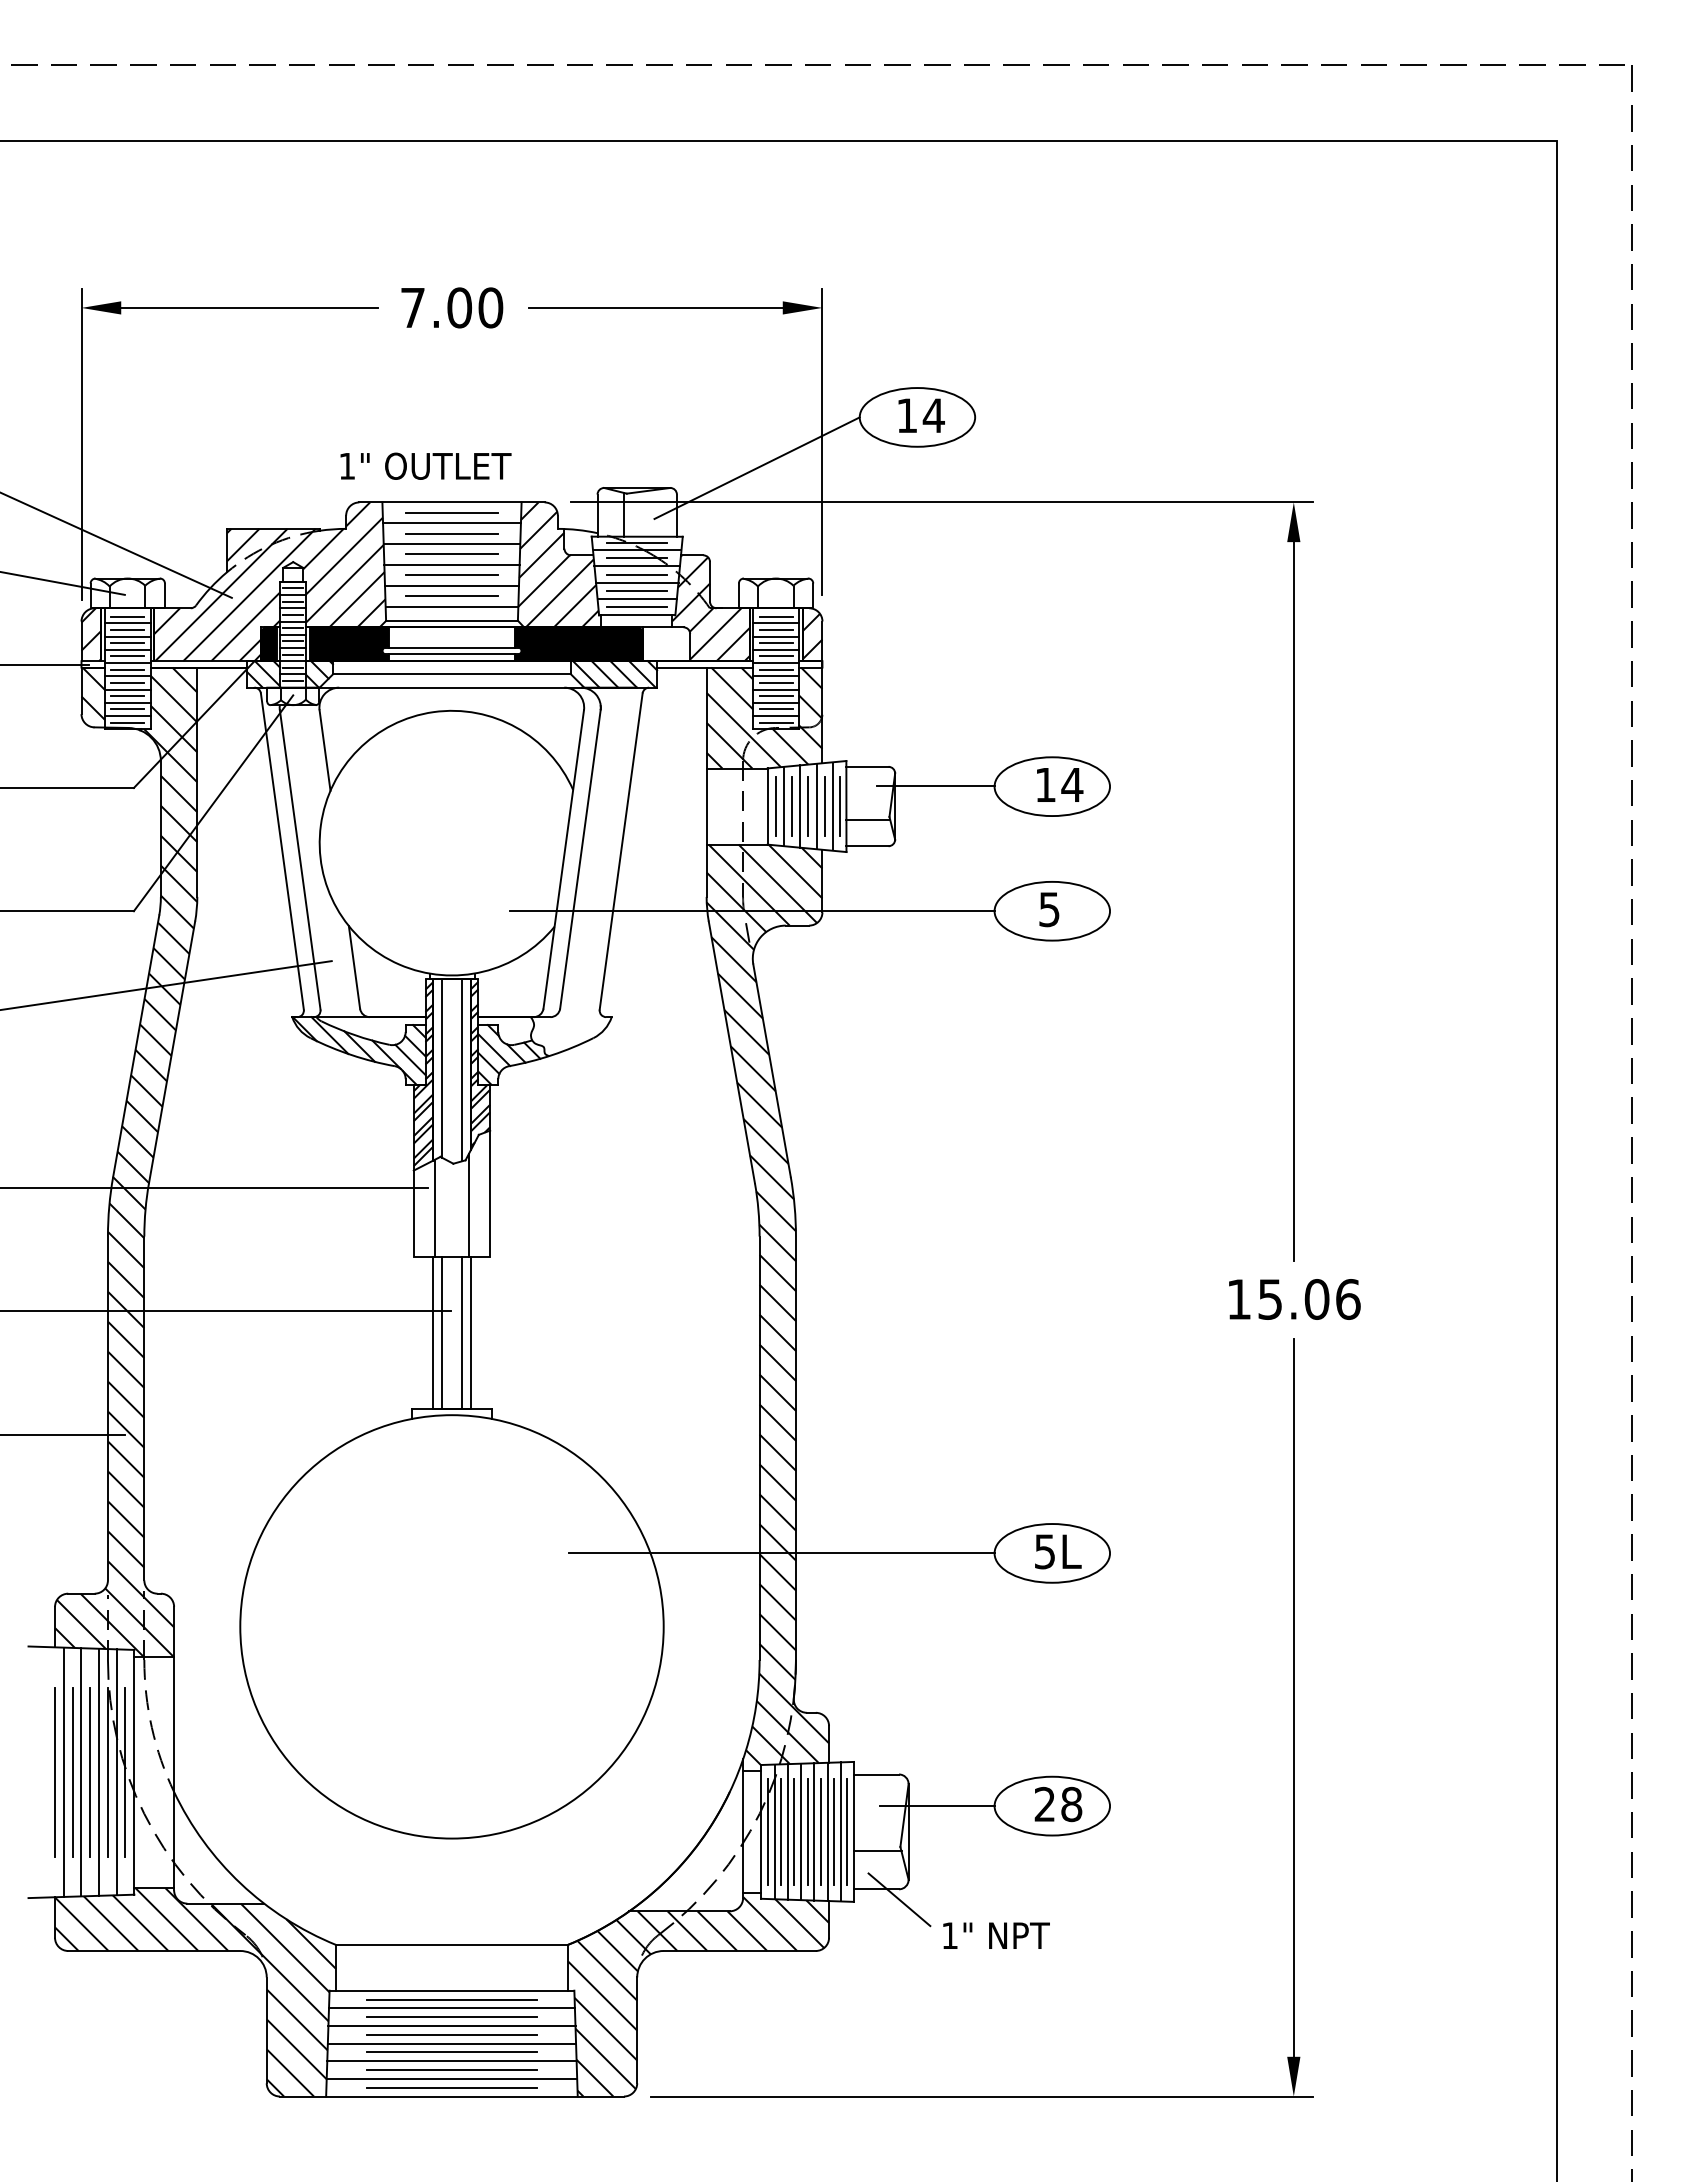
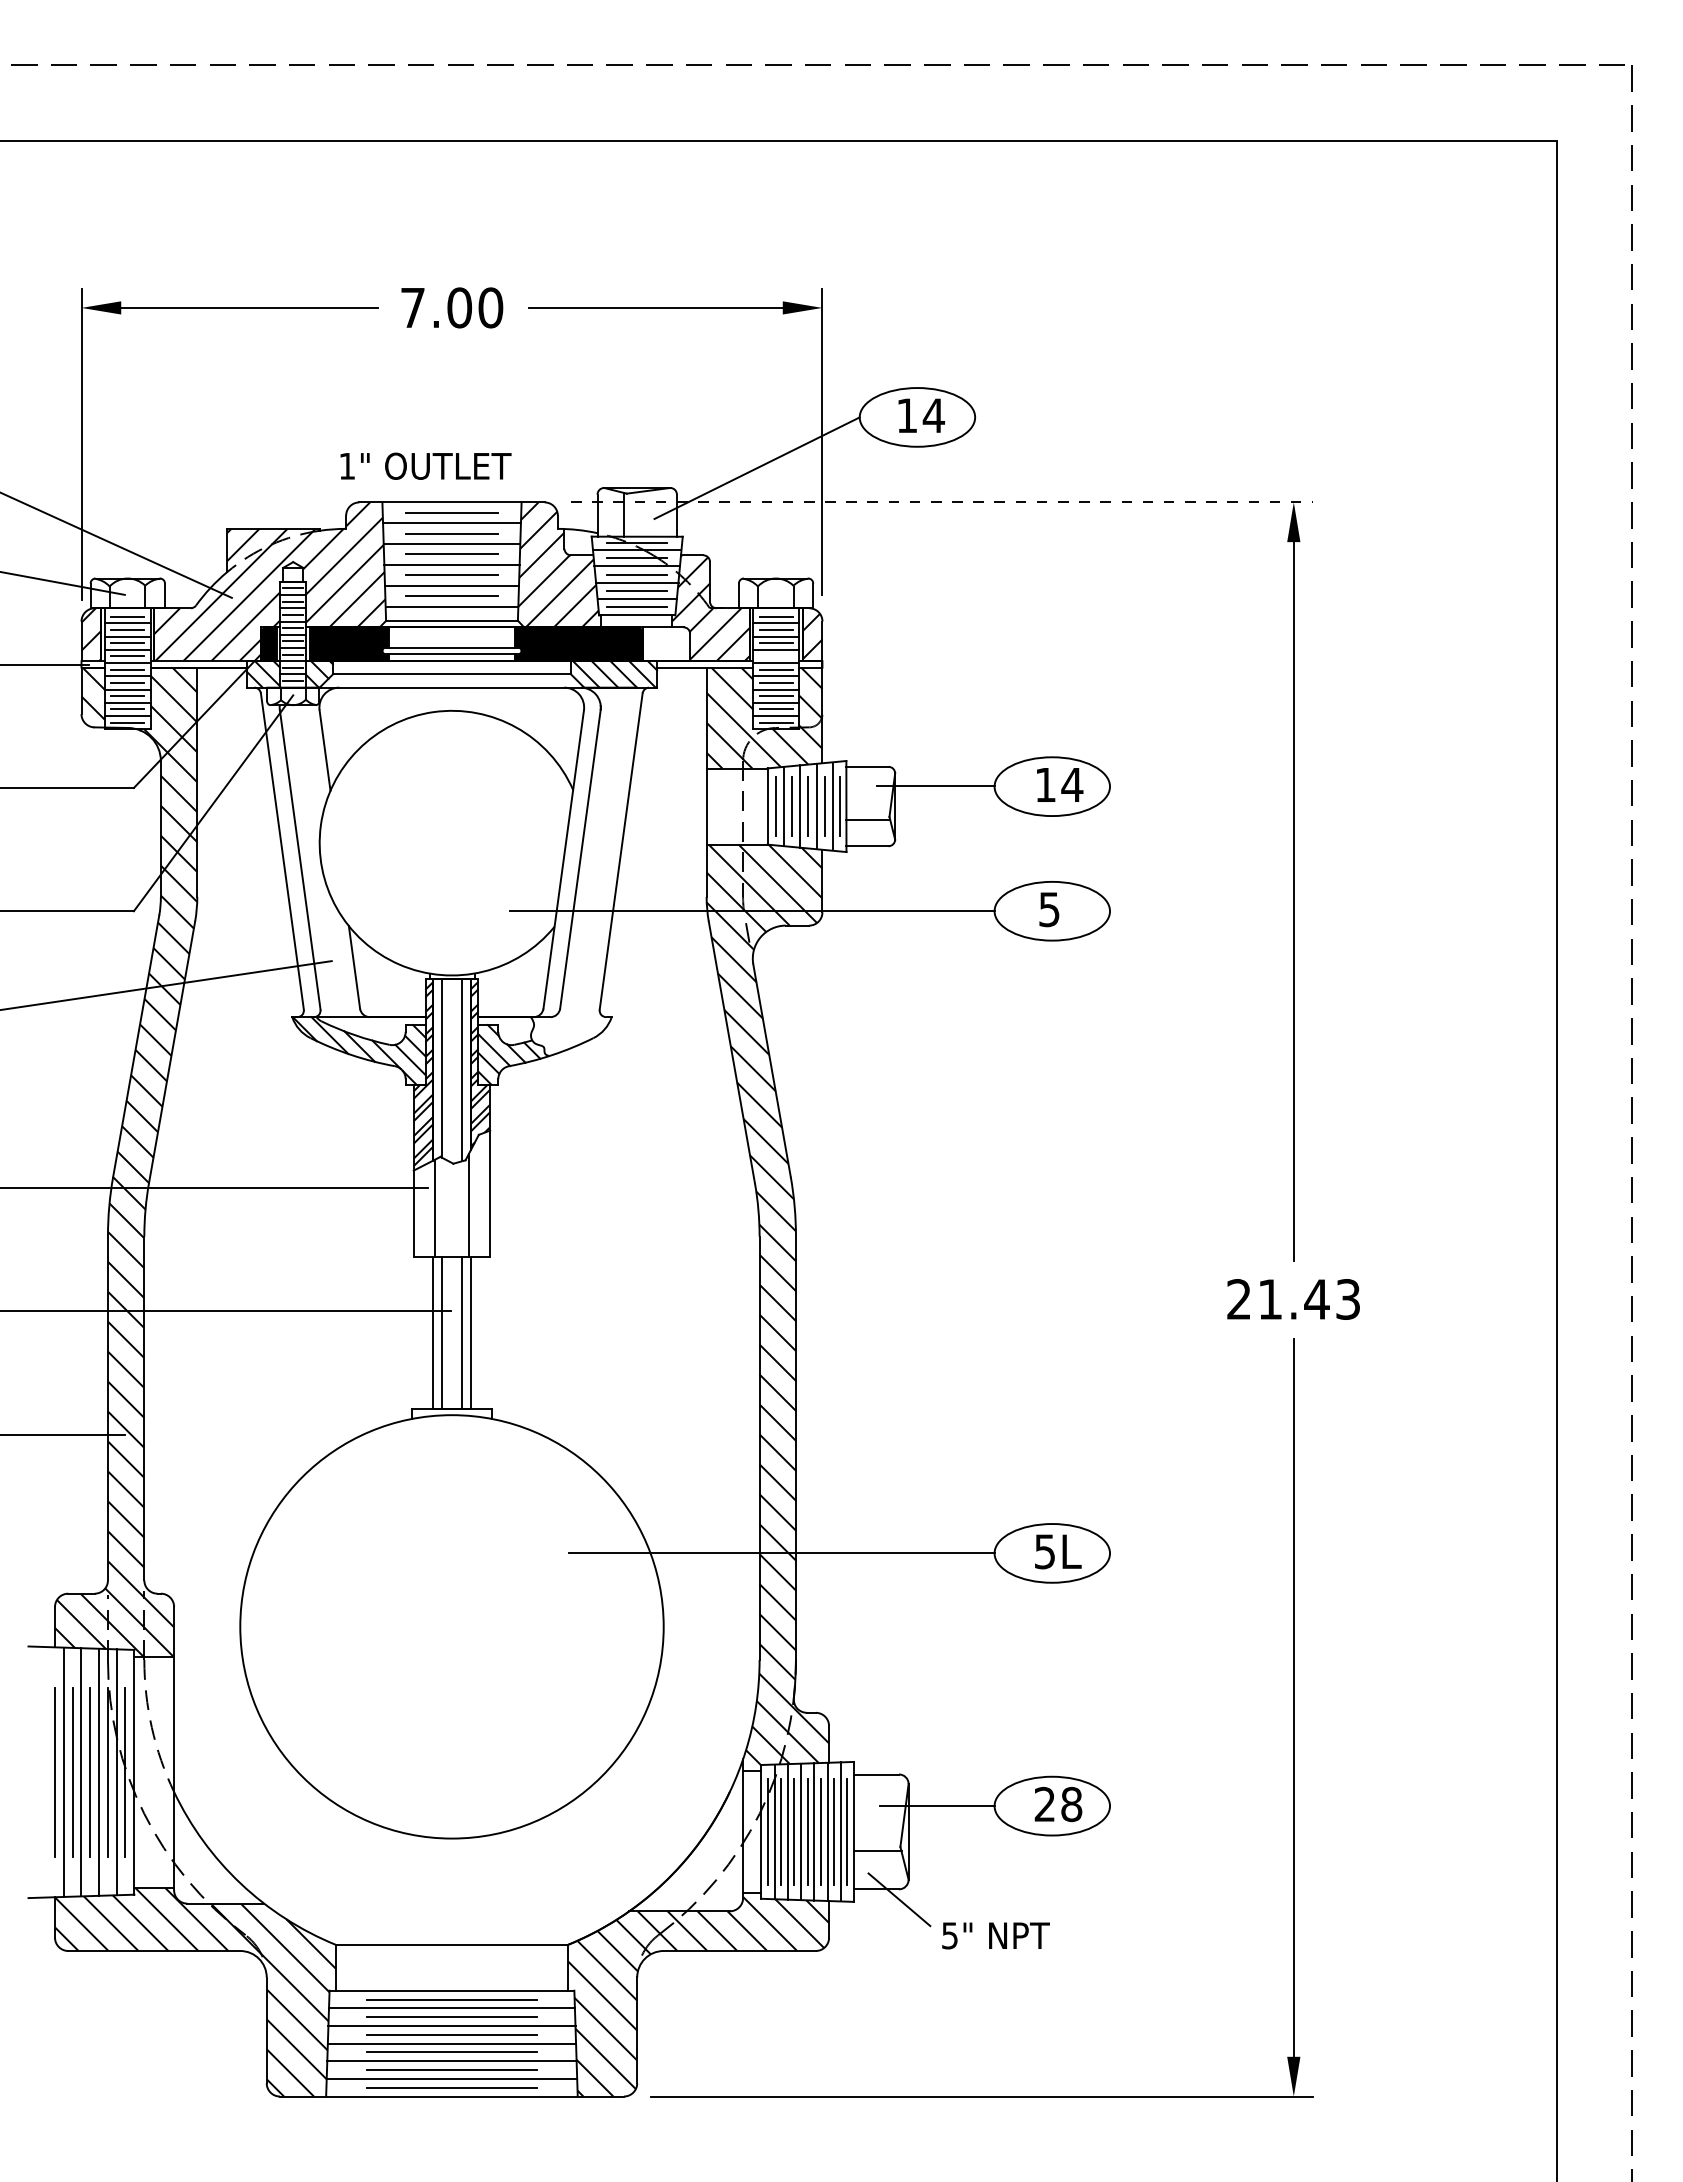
line at (941, 502): solid -> dashed
line at (775, 656): present -> none
text at (1293, 1299): 15.06 -> 21.43
text at (949, 1935): 1" -> 5"
